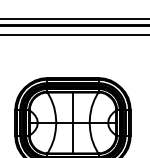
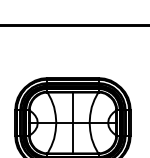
line at (74, 19): present -> none
line at (74, 34): present -> none
